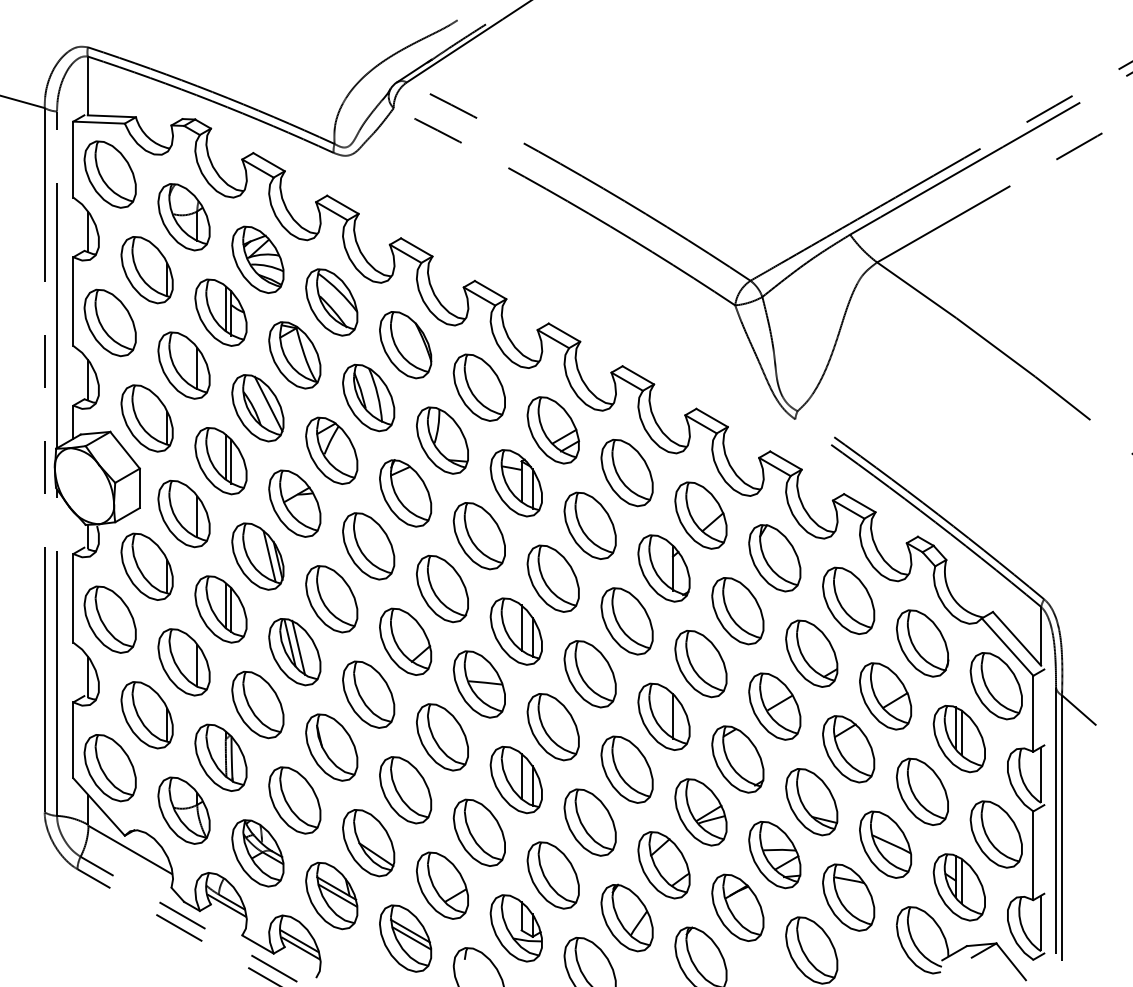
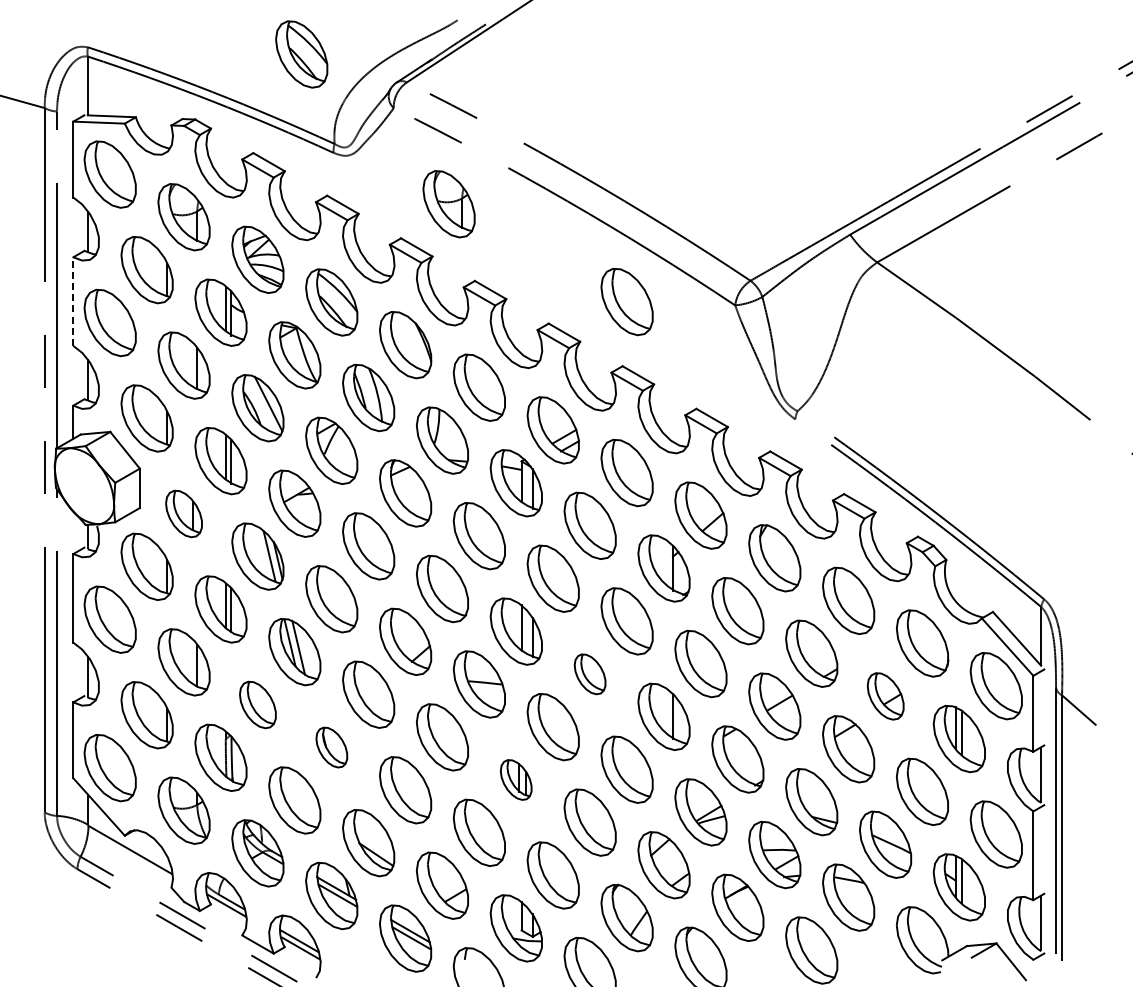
part at (301, 54): none -> present
part at (448, 204): none -> present
line at (73, 301): solid -> dashed
part at (626, 301): none -> present
part at (183, 513) size: 54x70 px -> 38x50 px
part at (589, 674) size: 54x69 px -> 34x43 px
part at (885, 696) size: 54x69 px -> 39x49 px
part at (257, 704) size: 54x70 px -> 38x50 px
part at (331, 747) size: 54x69 px -> 34x43 px
part at (515, 779) size: 54x70 px -> 33x42 px
